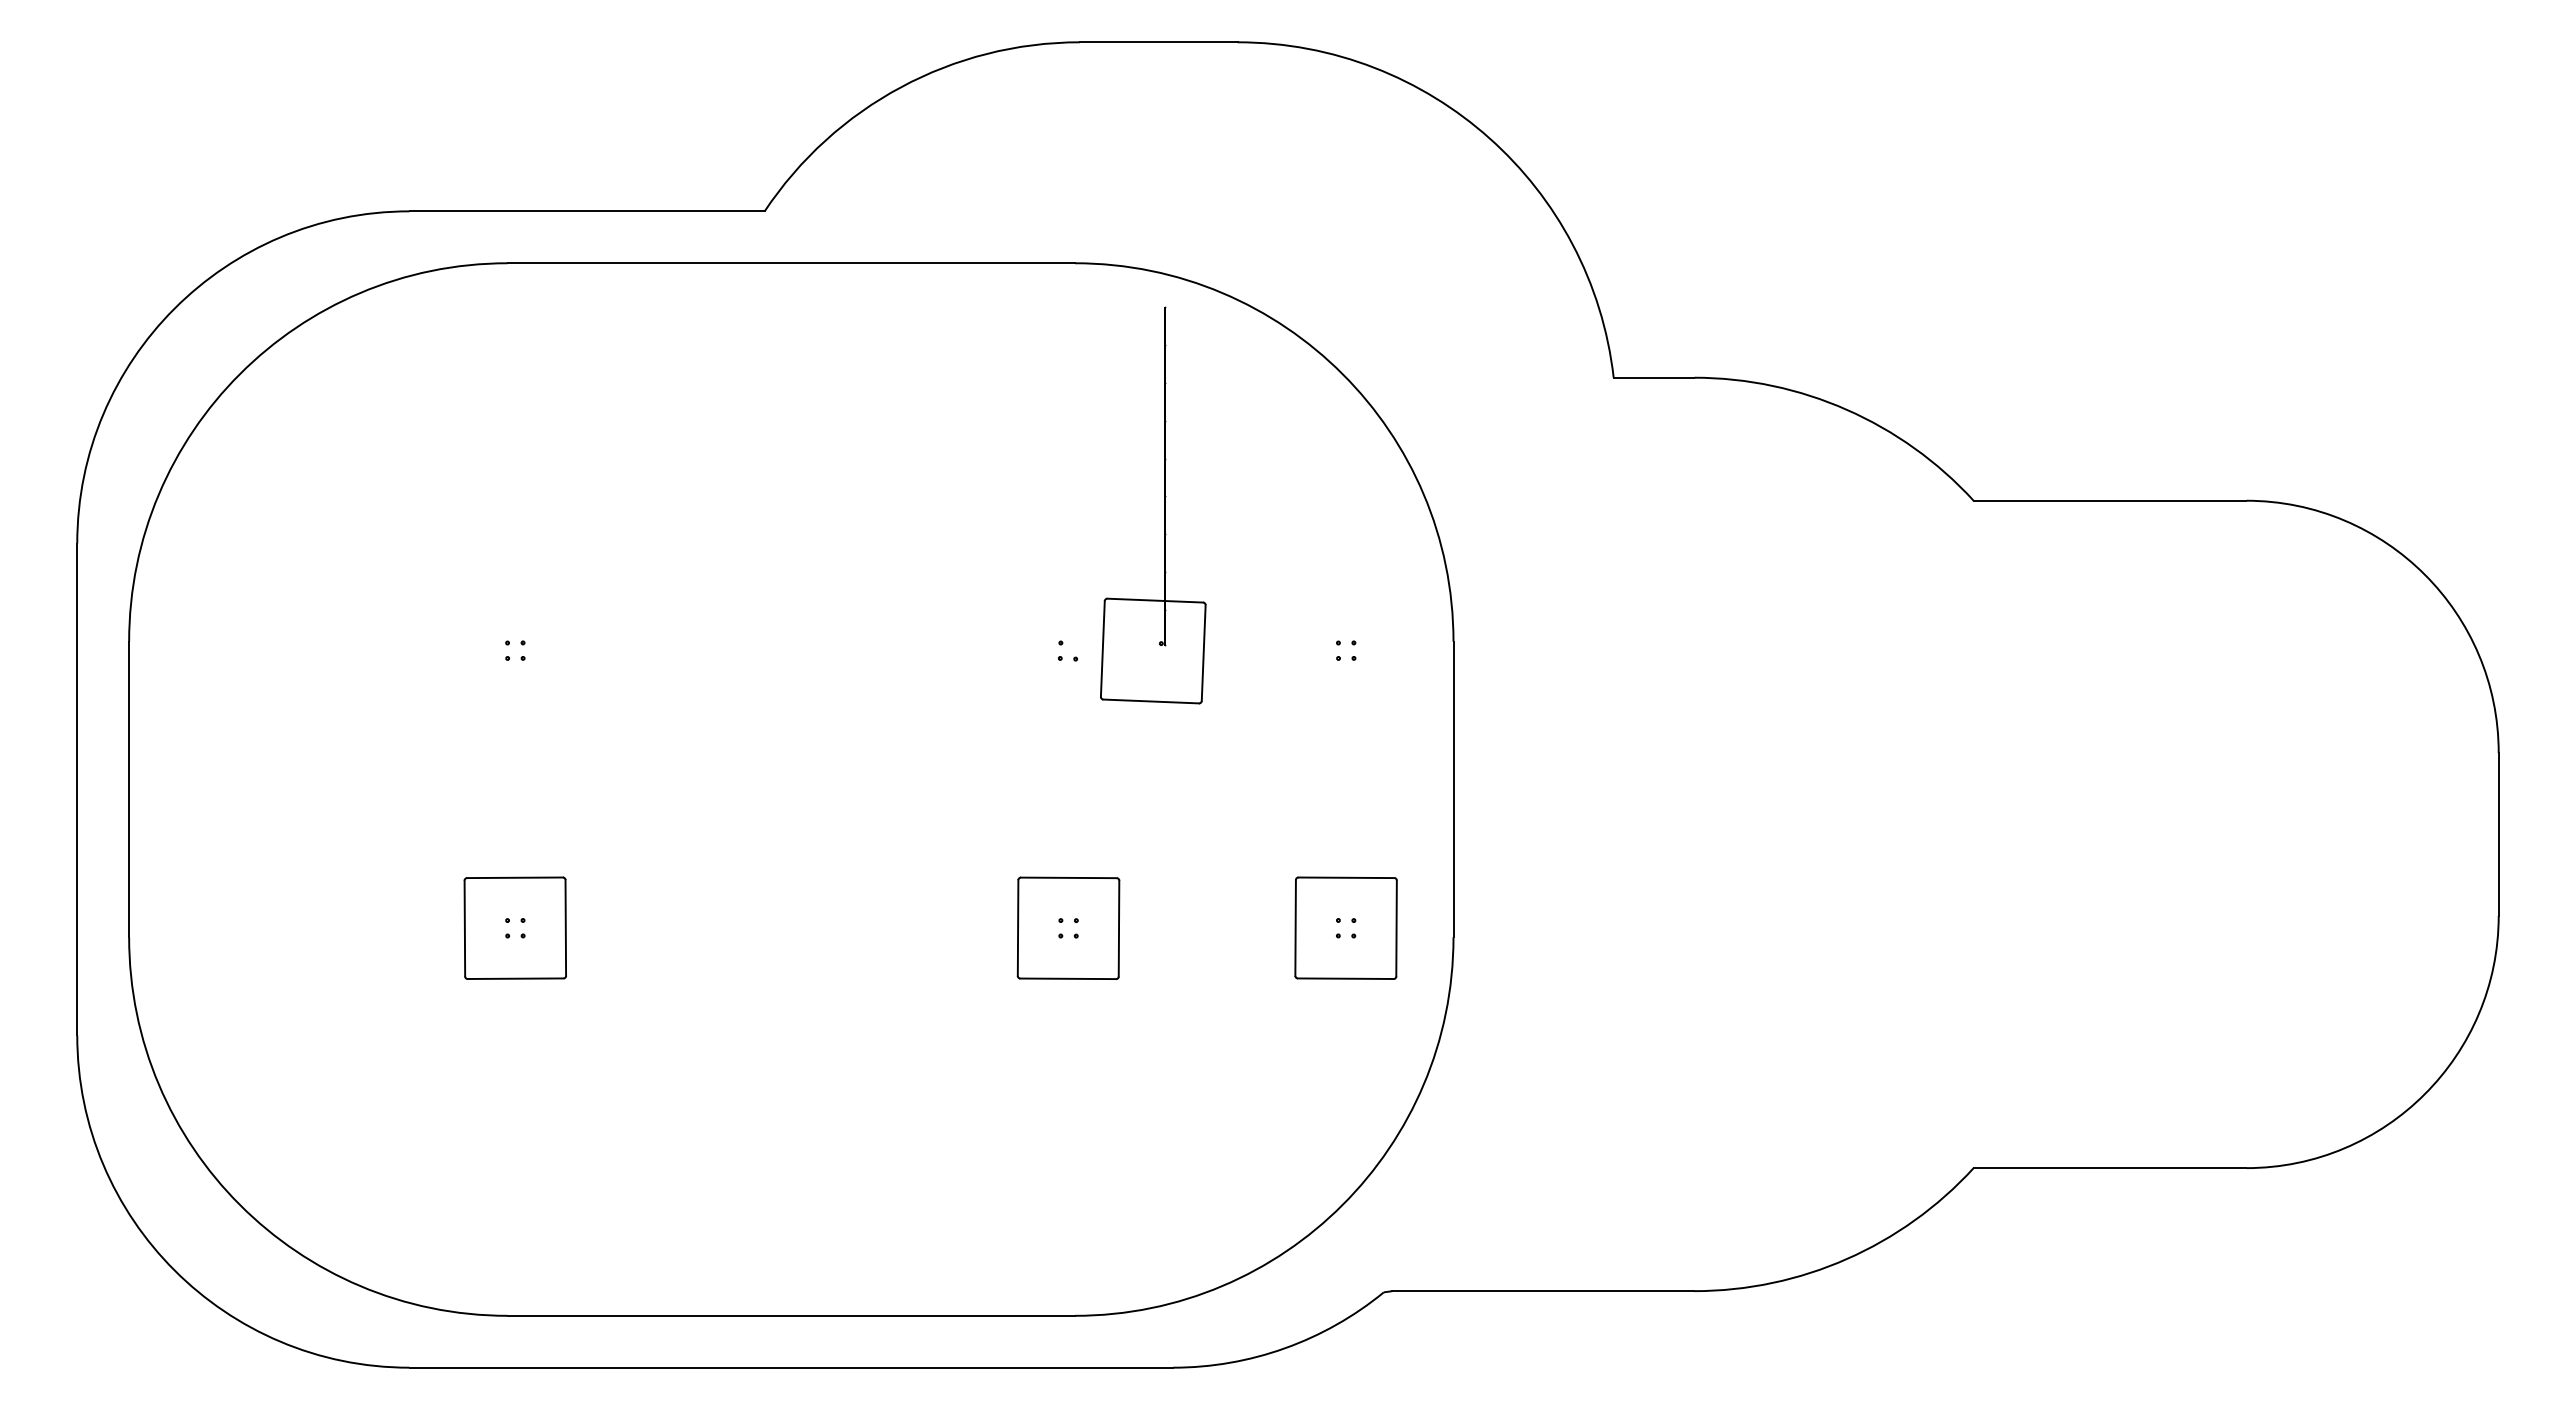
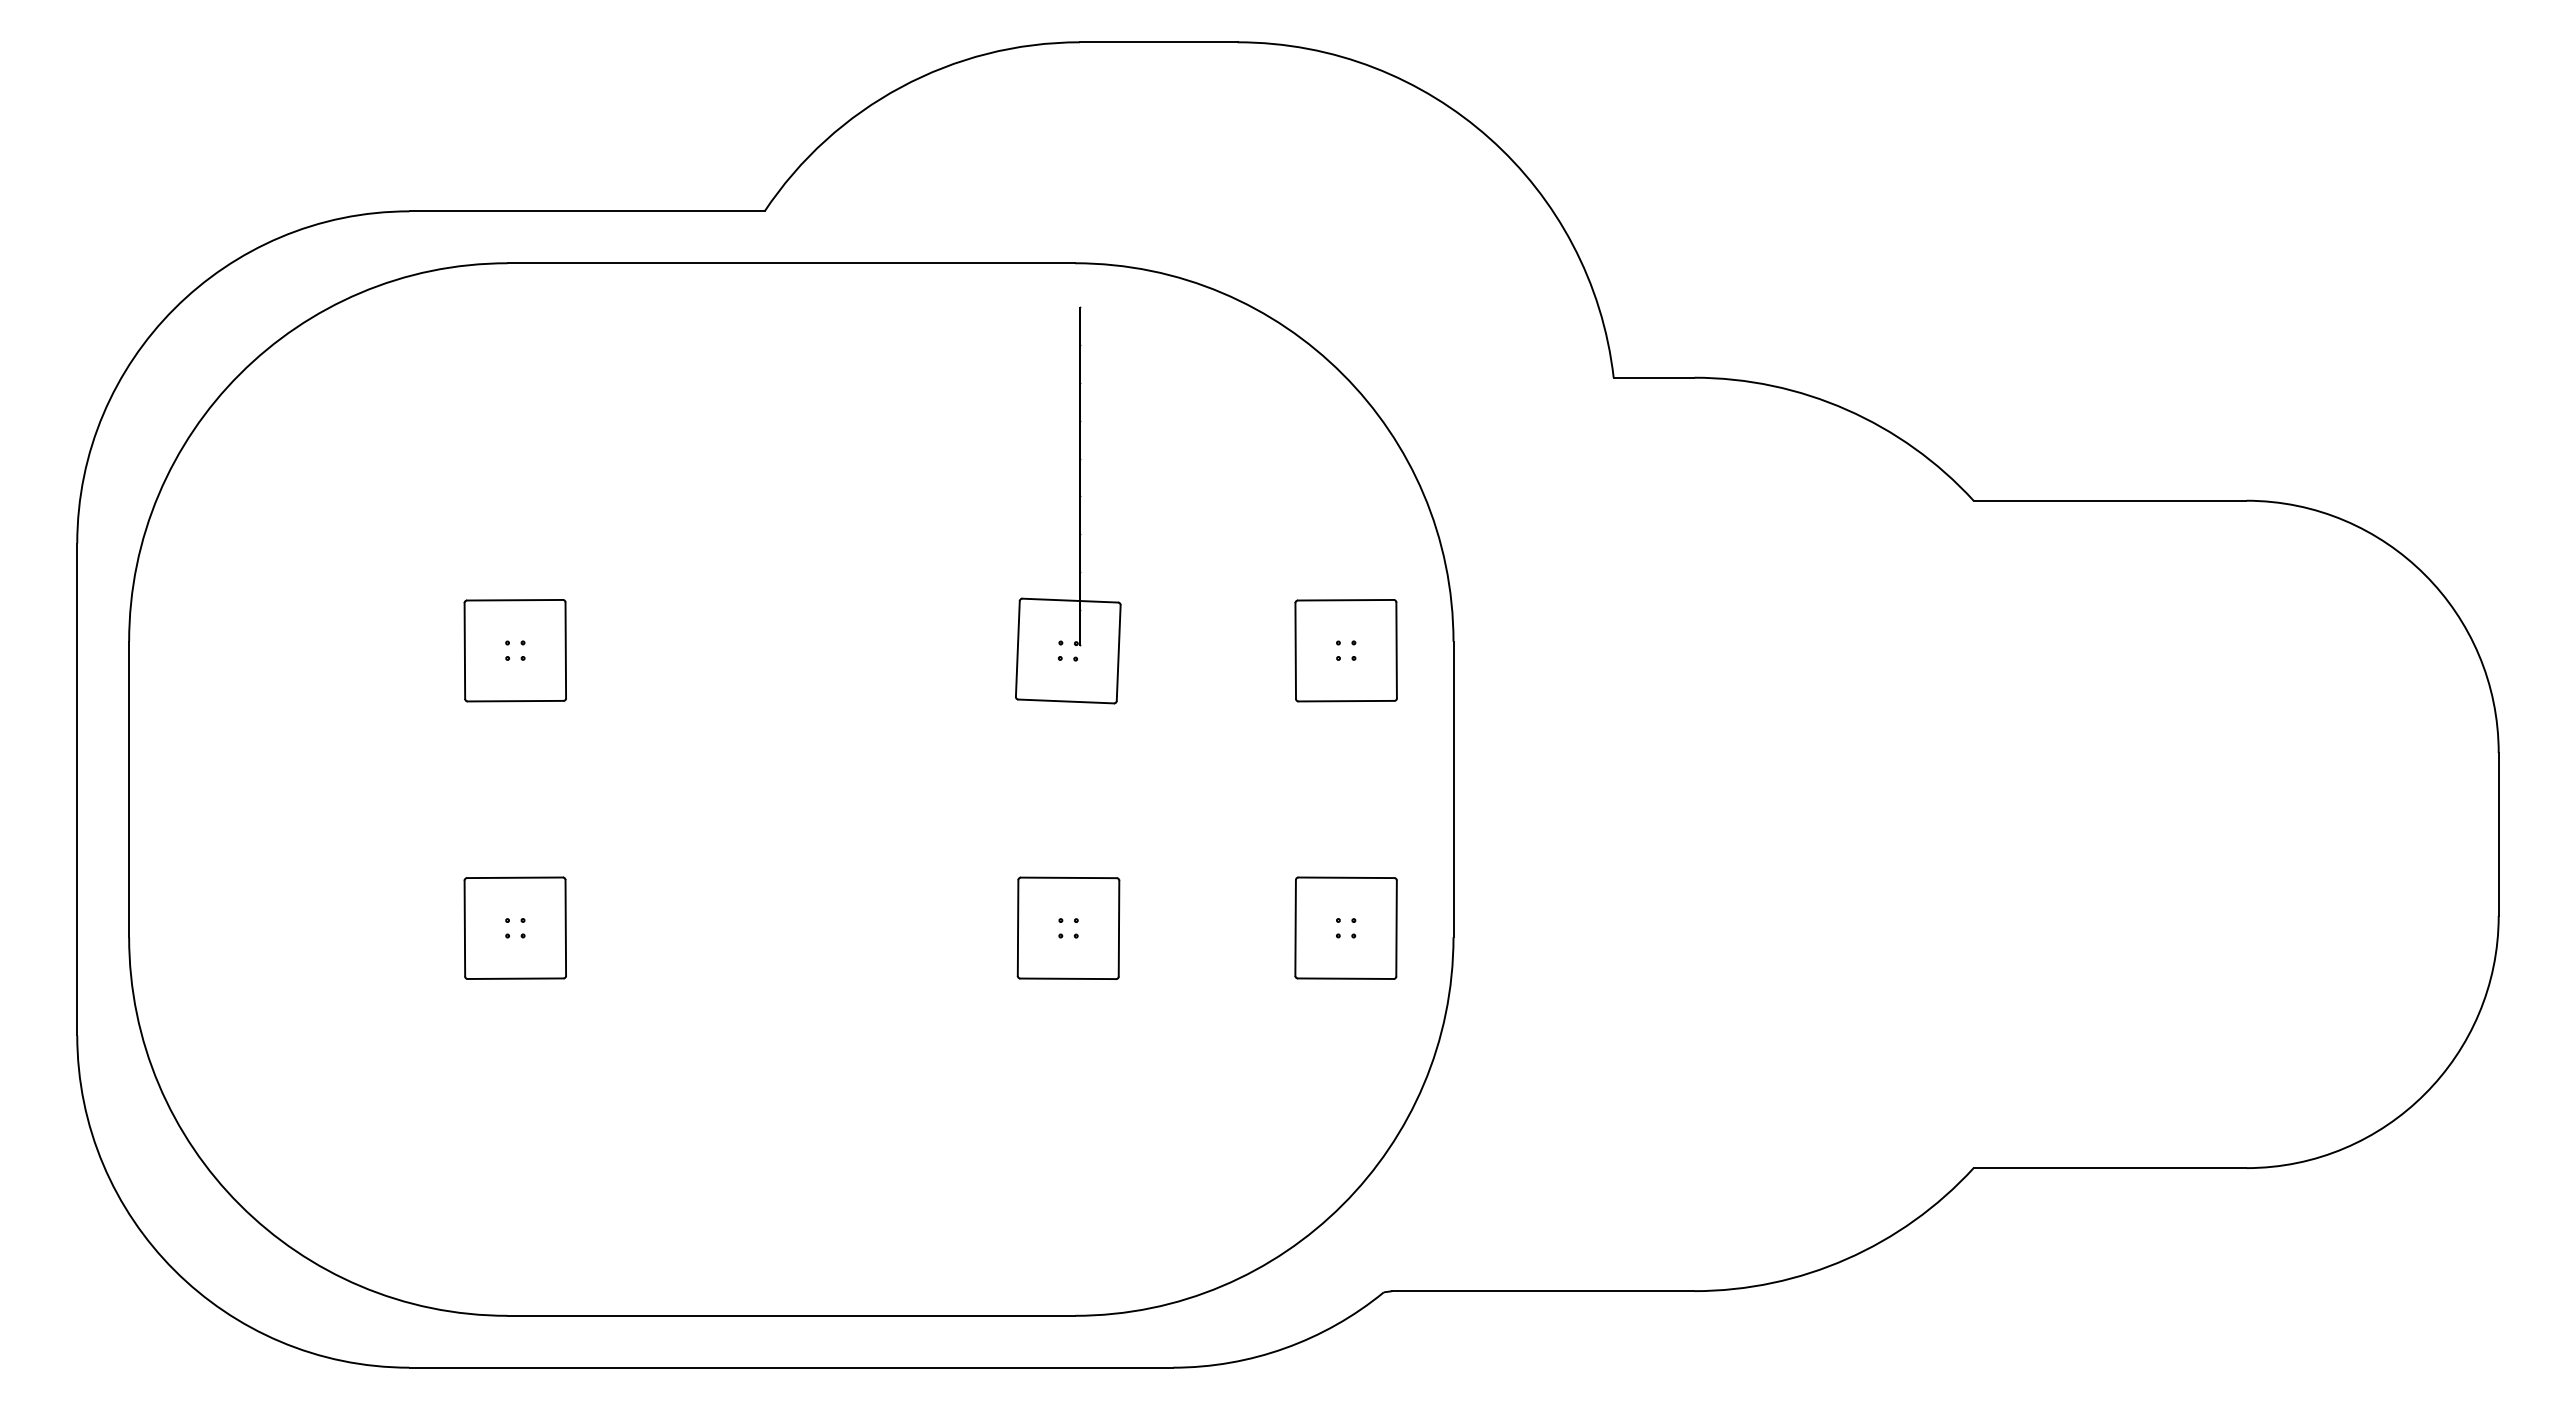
part at (1164, 505) position: (1164, 505) -> (1079, 505)
part at (514, 650): none -> present
part at (1345, 650): none -> present
